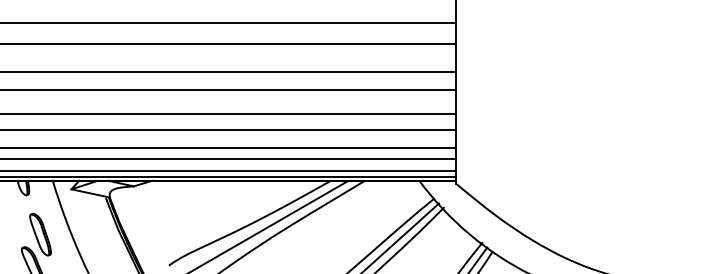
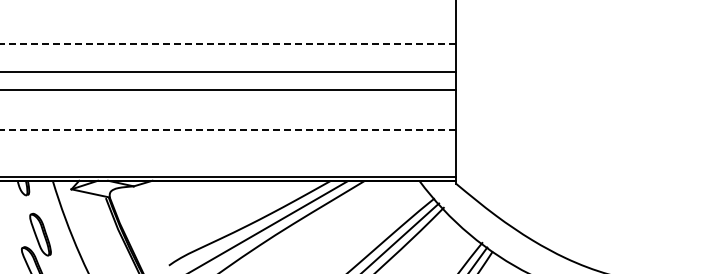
line at (229, 22): present -> none
line at (228, 43): solid -> dashed
line at (229, 114): present -> none
line at (228, 129): solid -> dashed
line at (229, 148): present -> none
line at (229, 159): present -> none
line at (229, 170): present -> none
